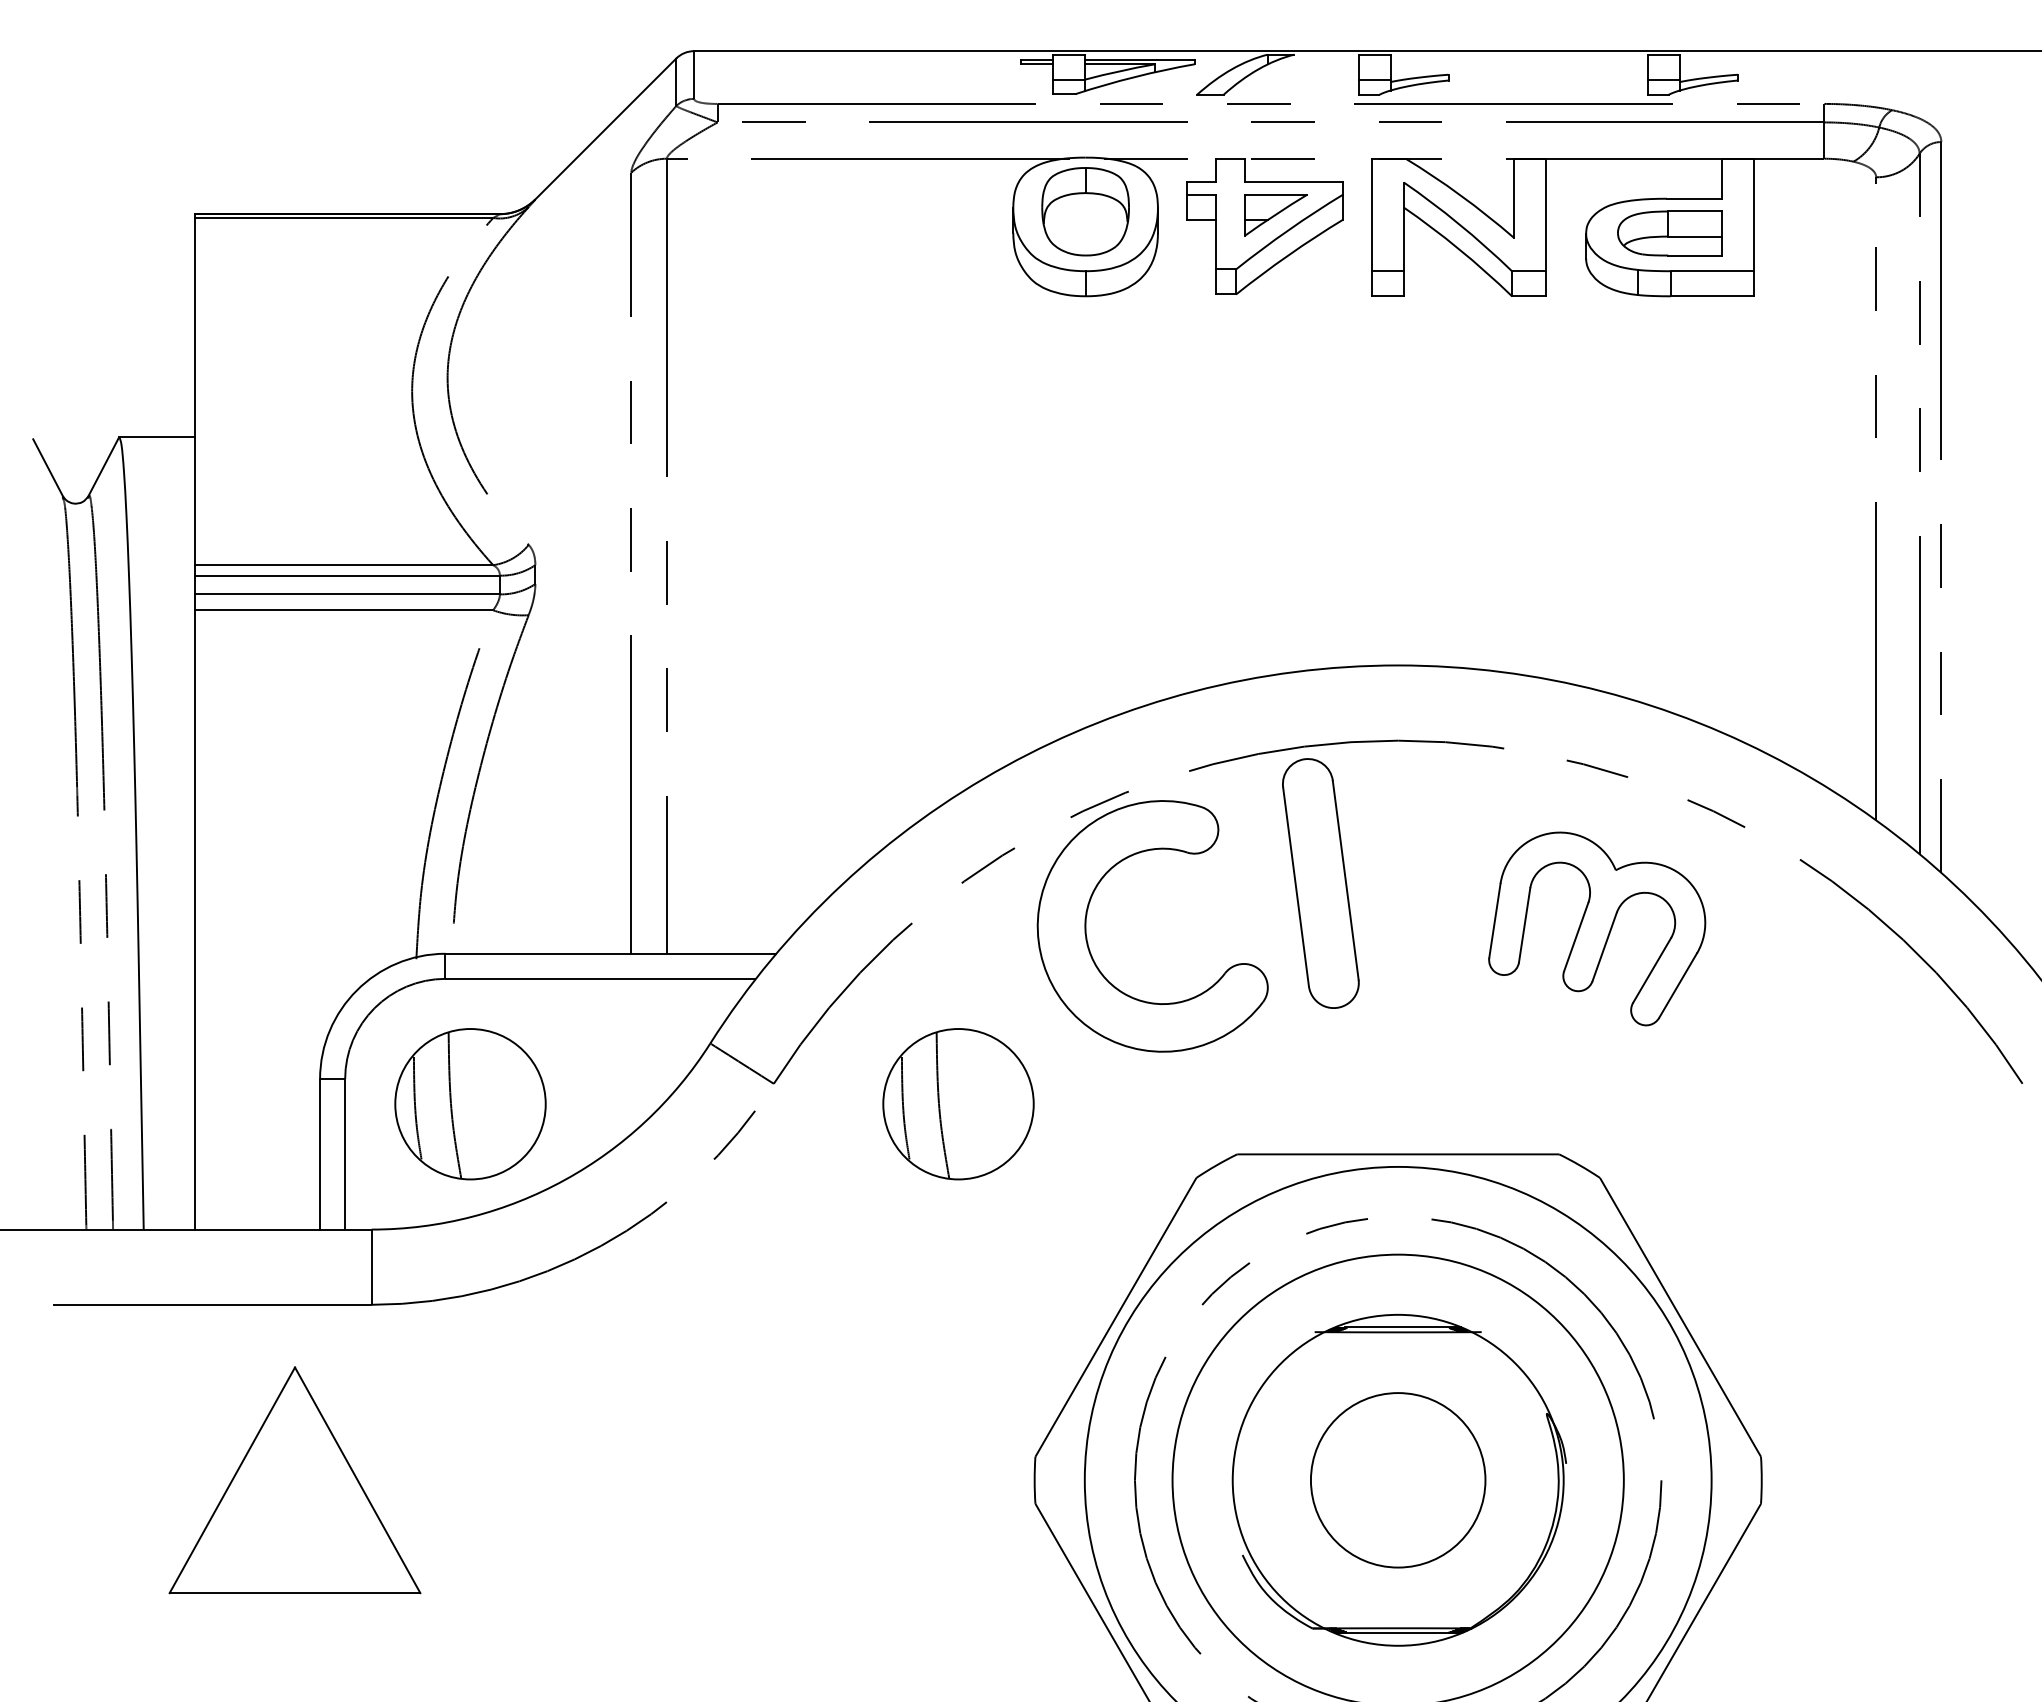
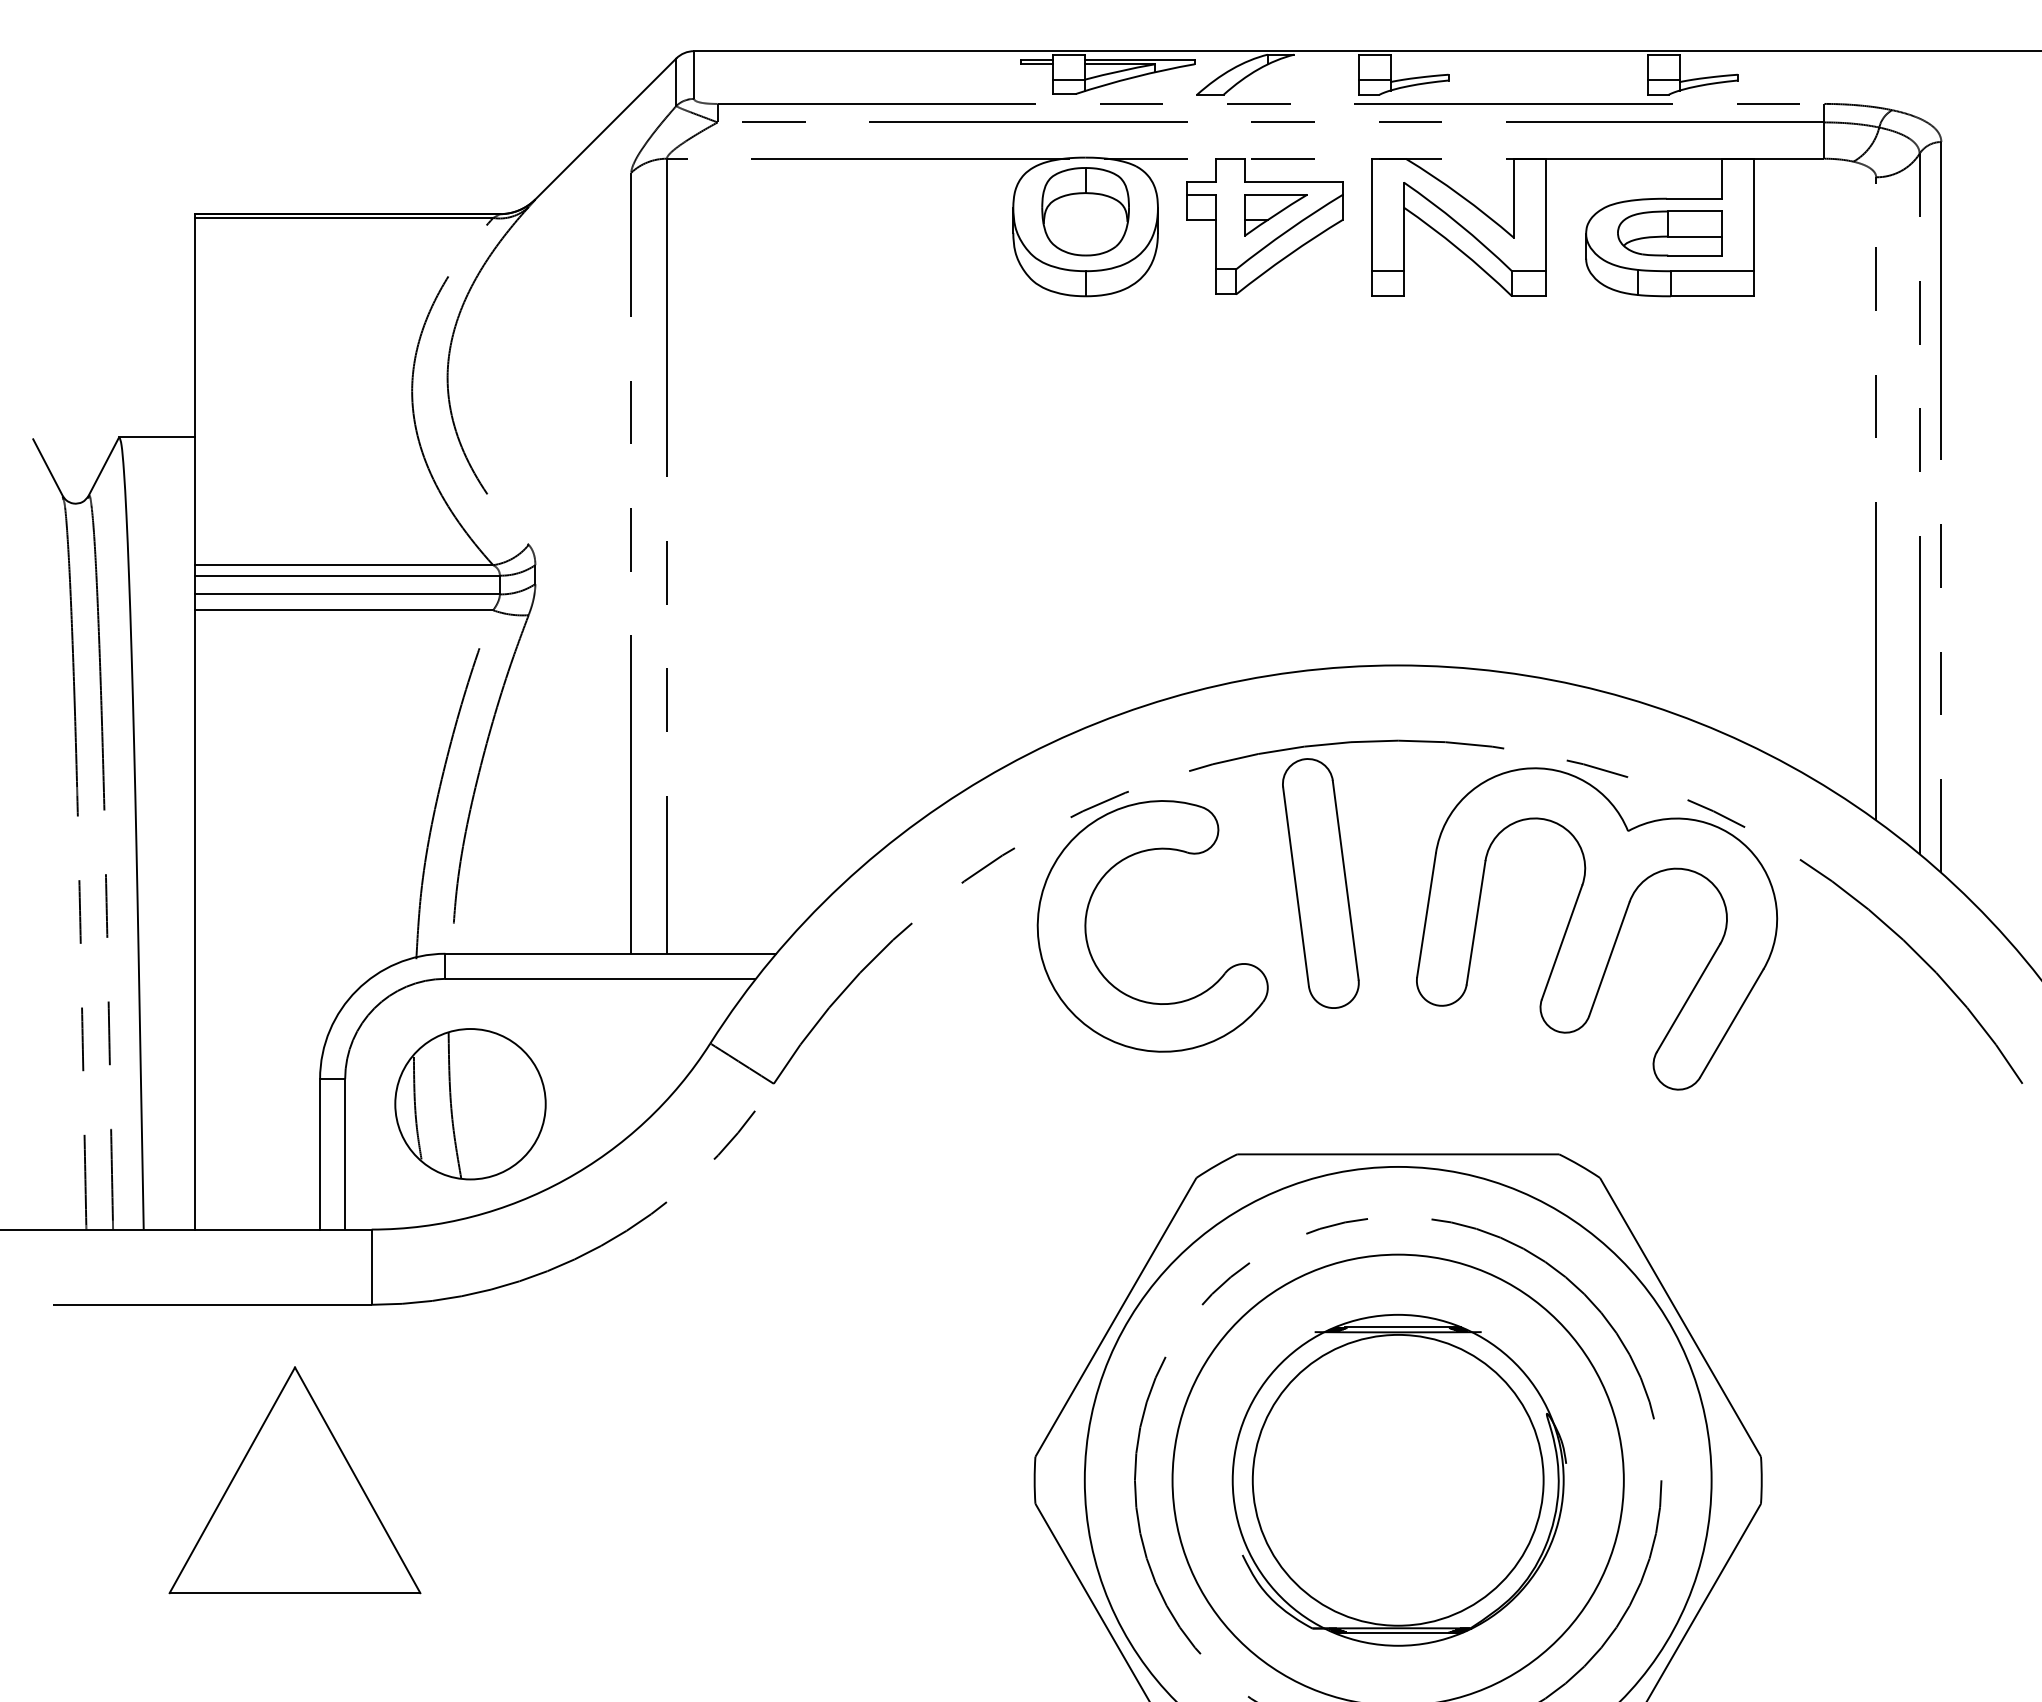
part at (1597, 928) size: 219x196 px -> 363x324 px
part at (958, 1104): present -> none
circle at (1397, 1480) diameter: 175 px -> 291 px
